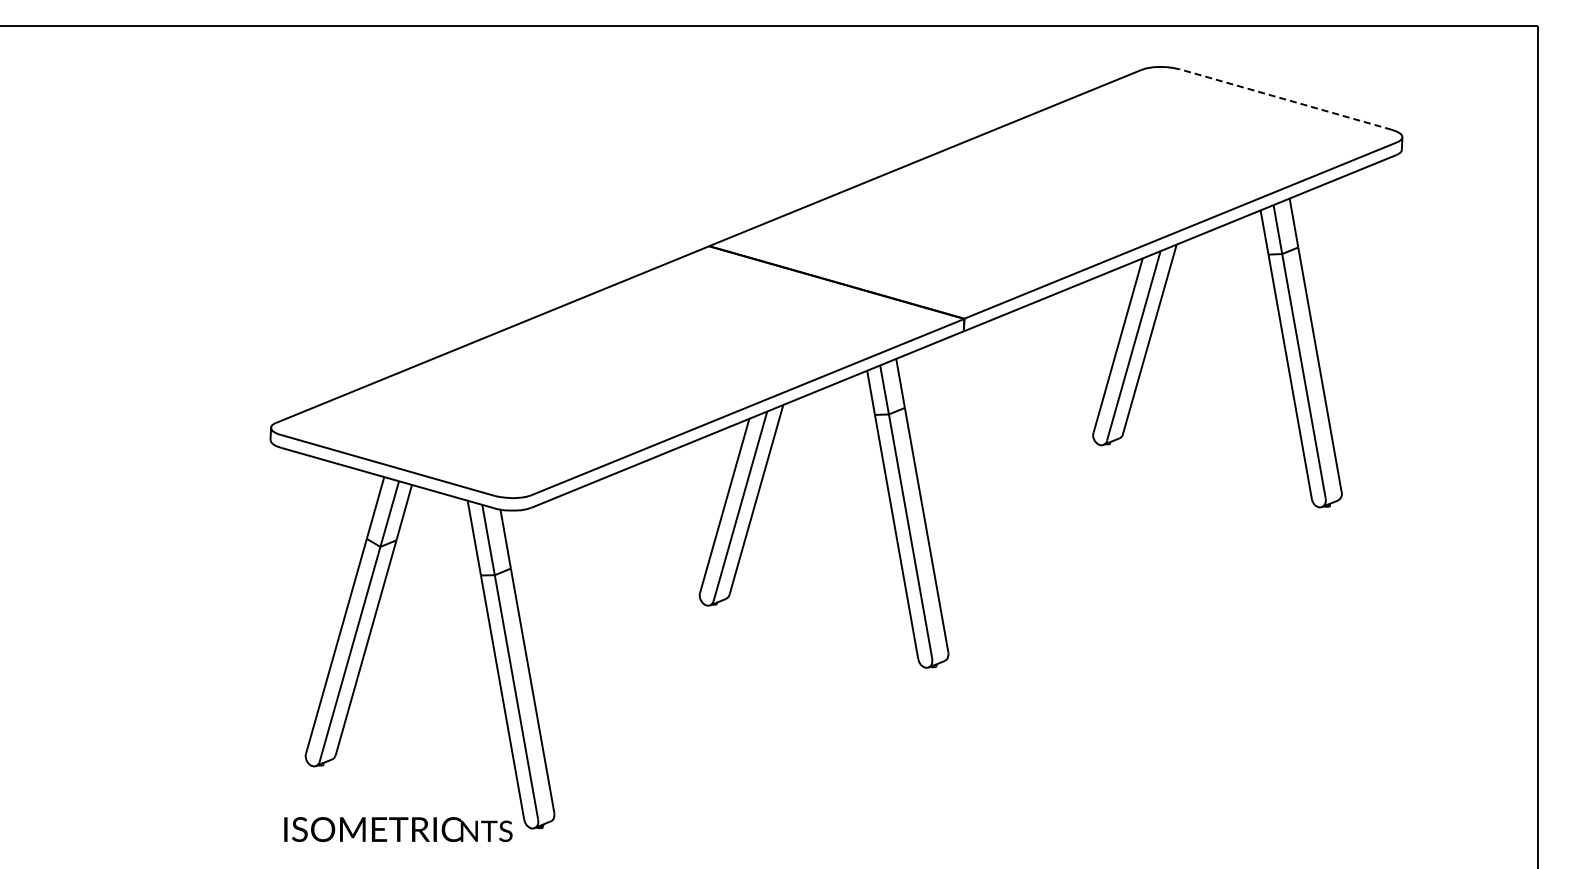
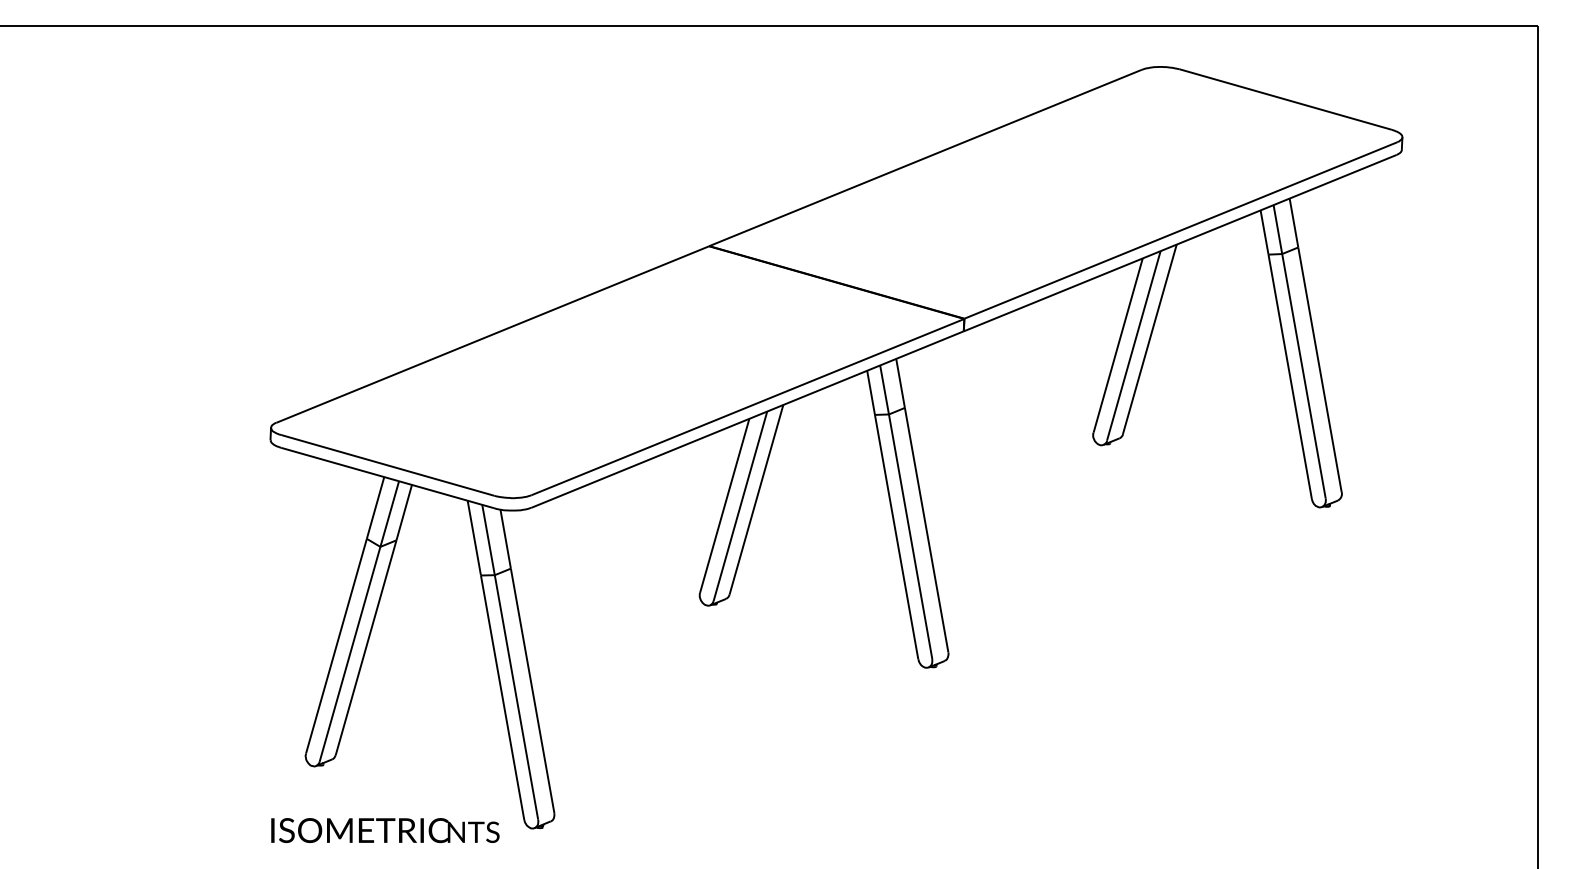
line at (1285, 99): dashed -> solid
part at (398, 829) position: (398, 829) -> (385, 830)
